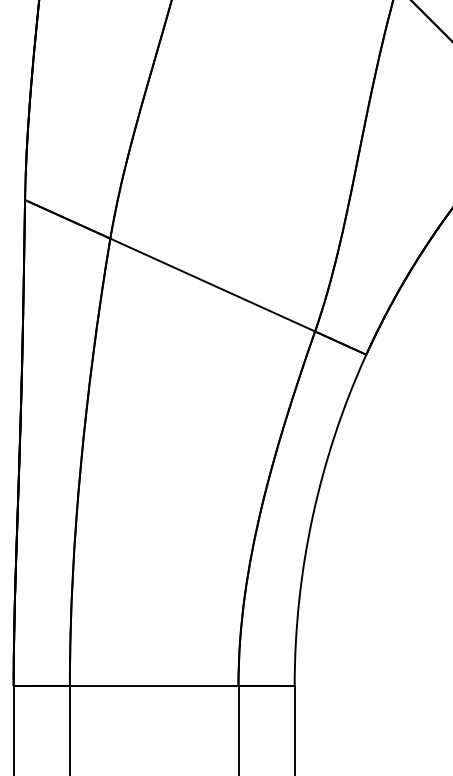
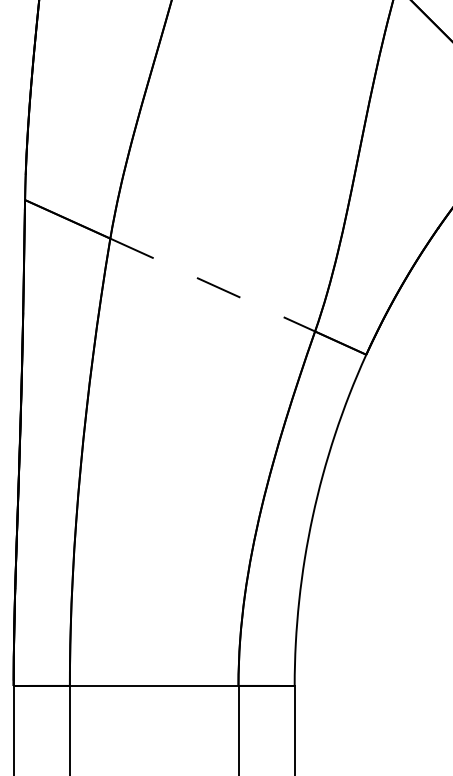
line at (213, 285): solid -> dashed
